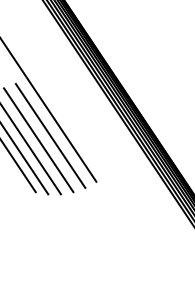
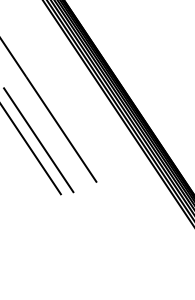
line at (50, 135): present -> none
line at (25, 160): present -> none
line at (19, 166): present -> none
